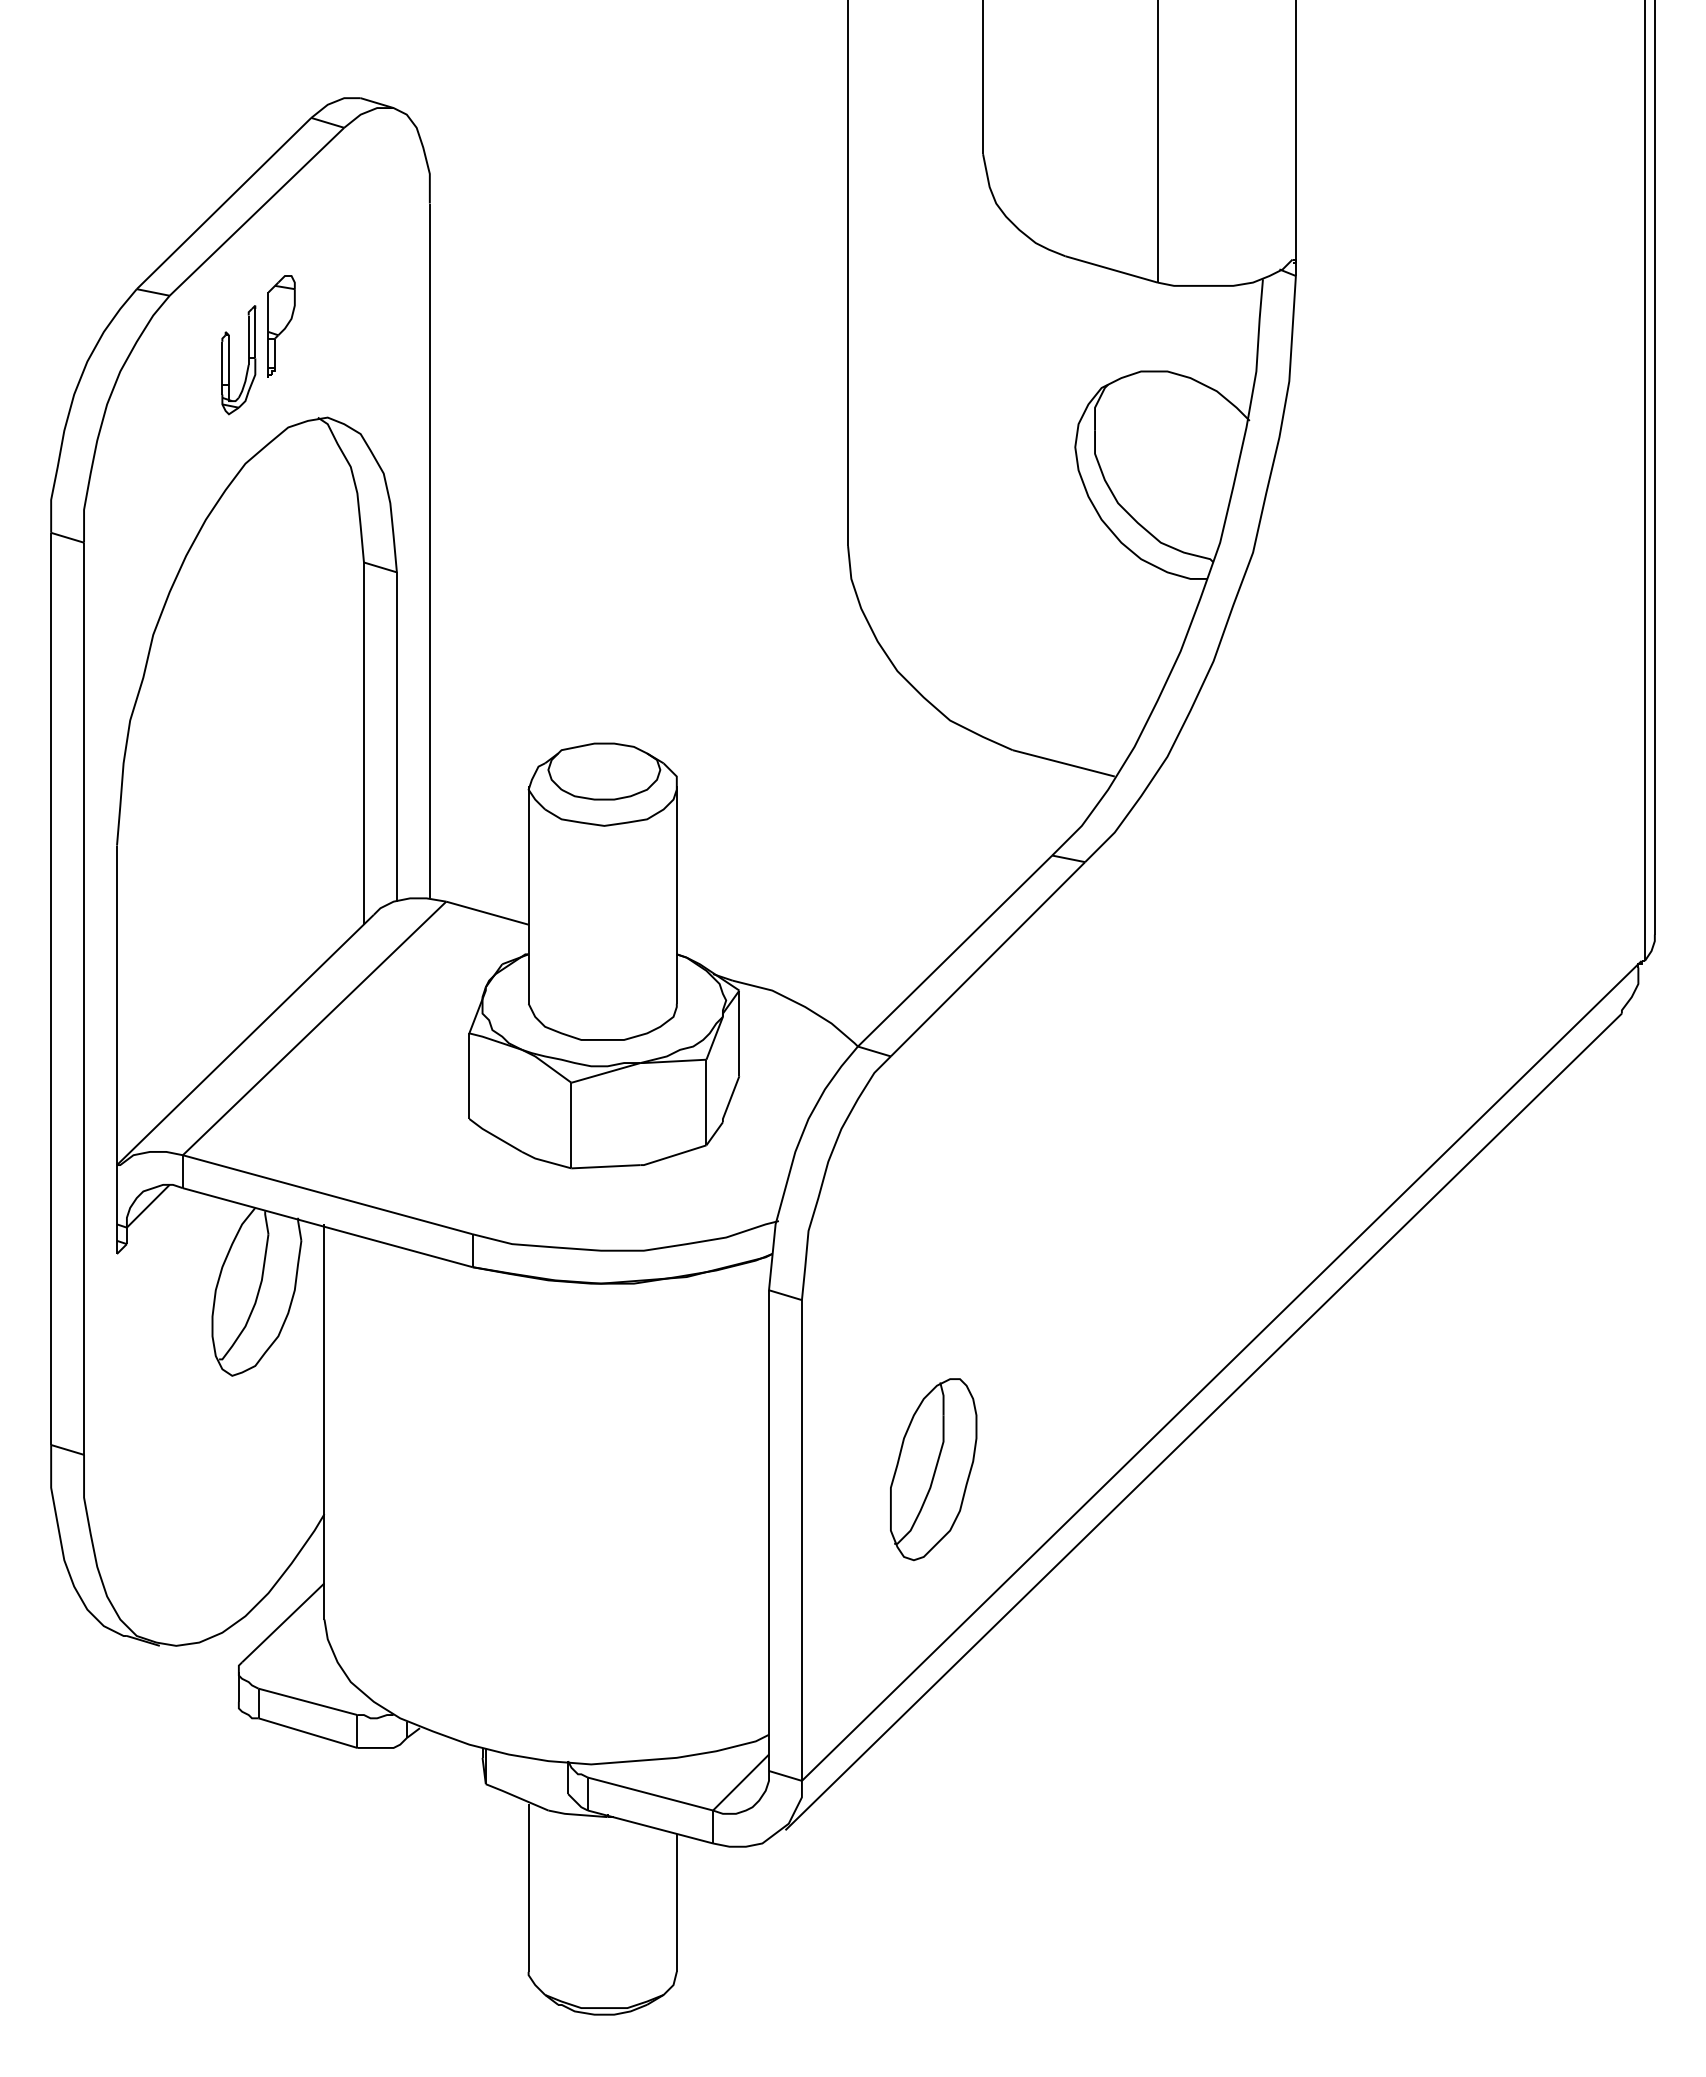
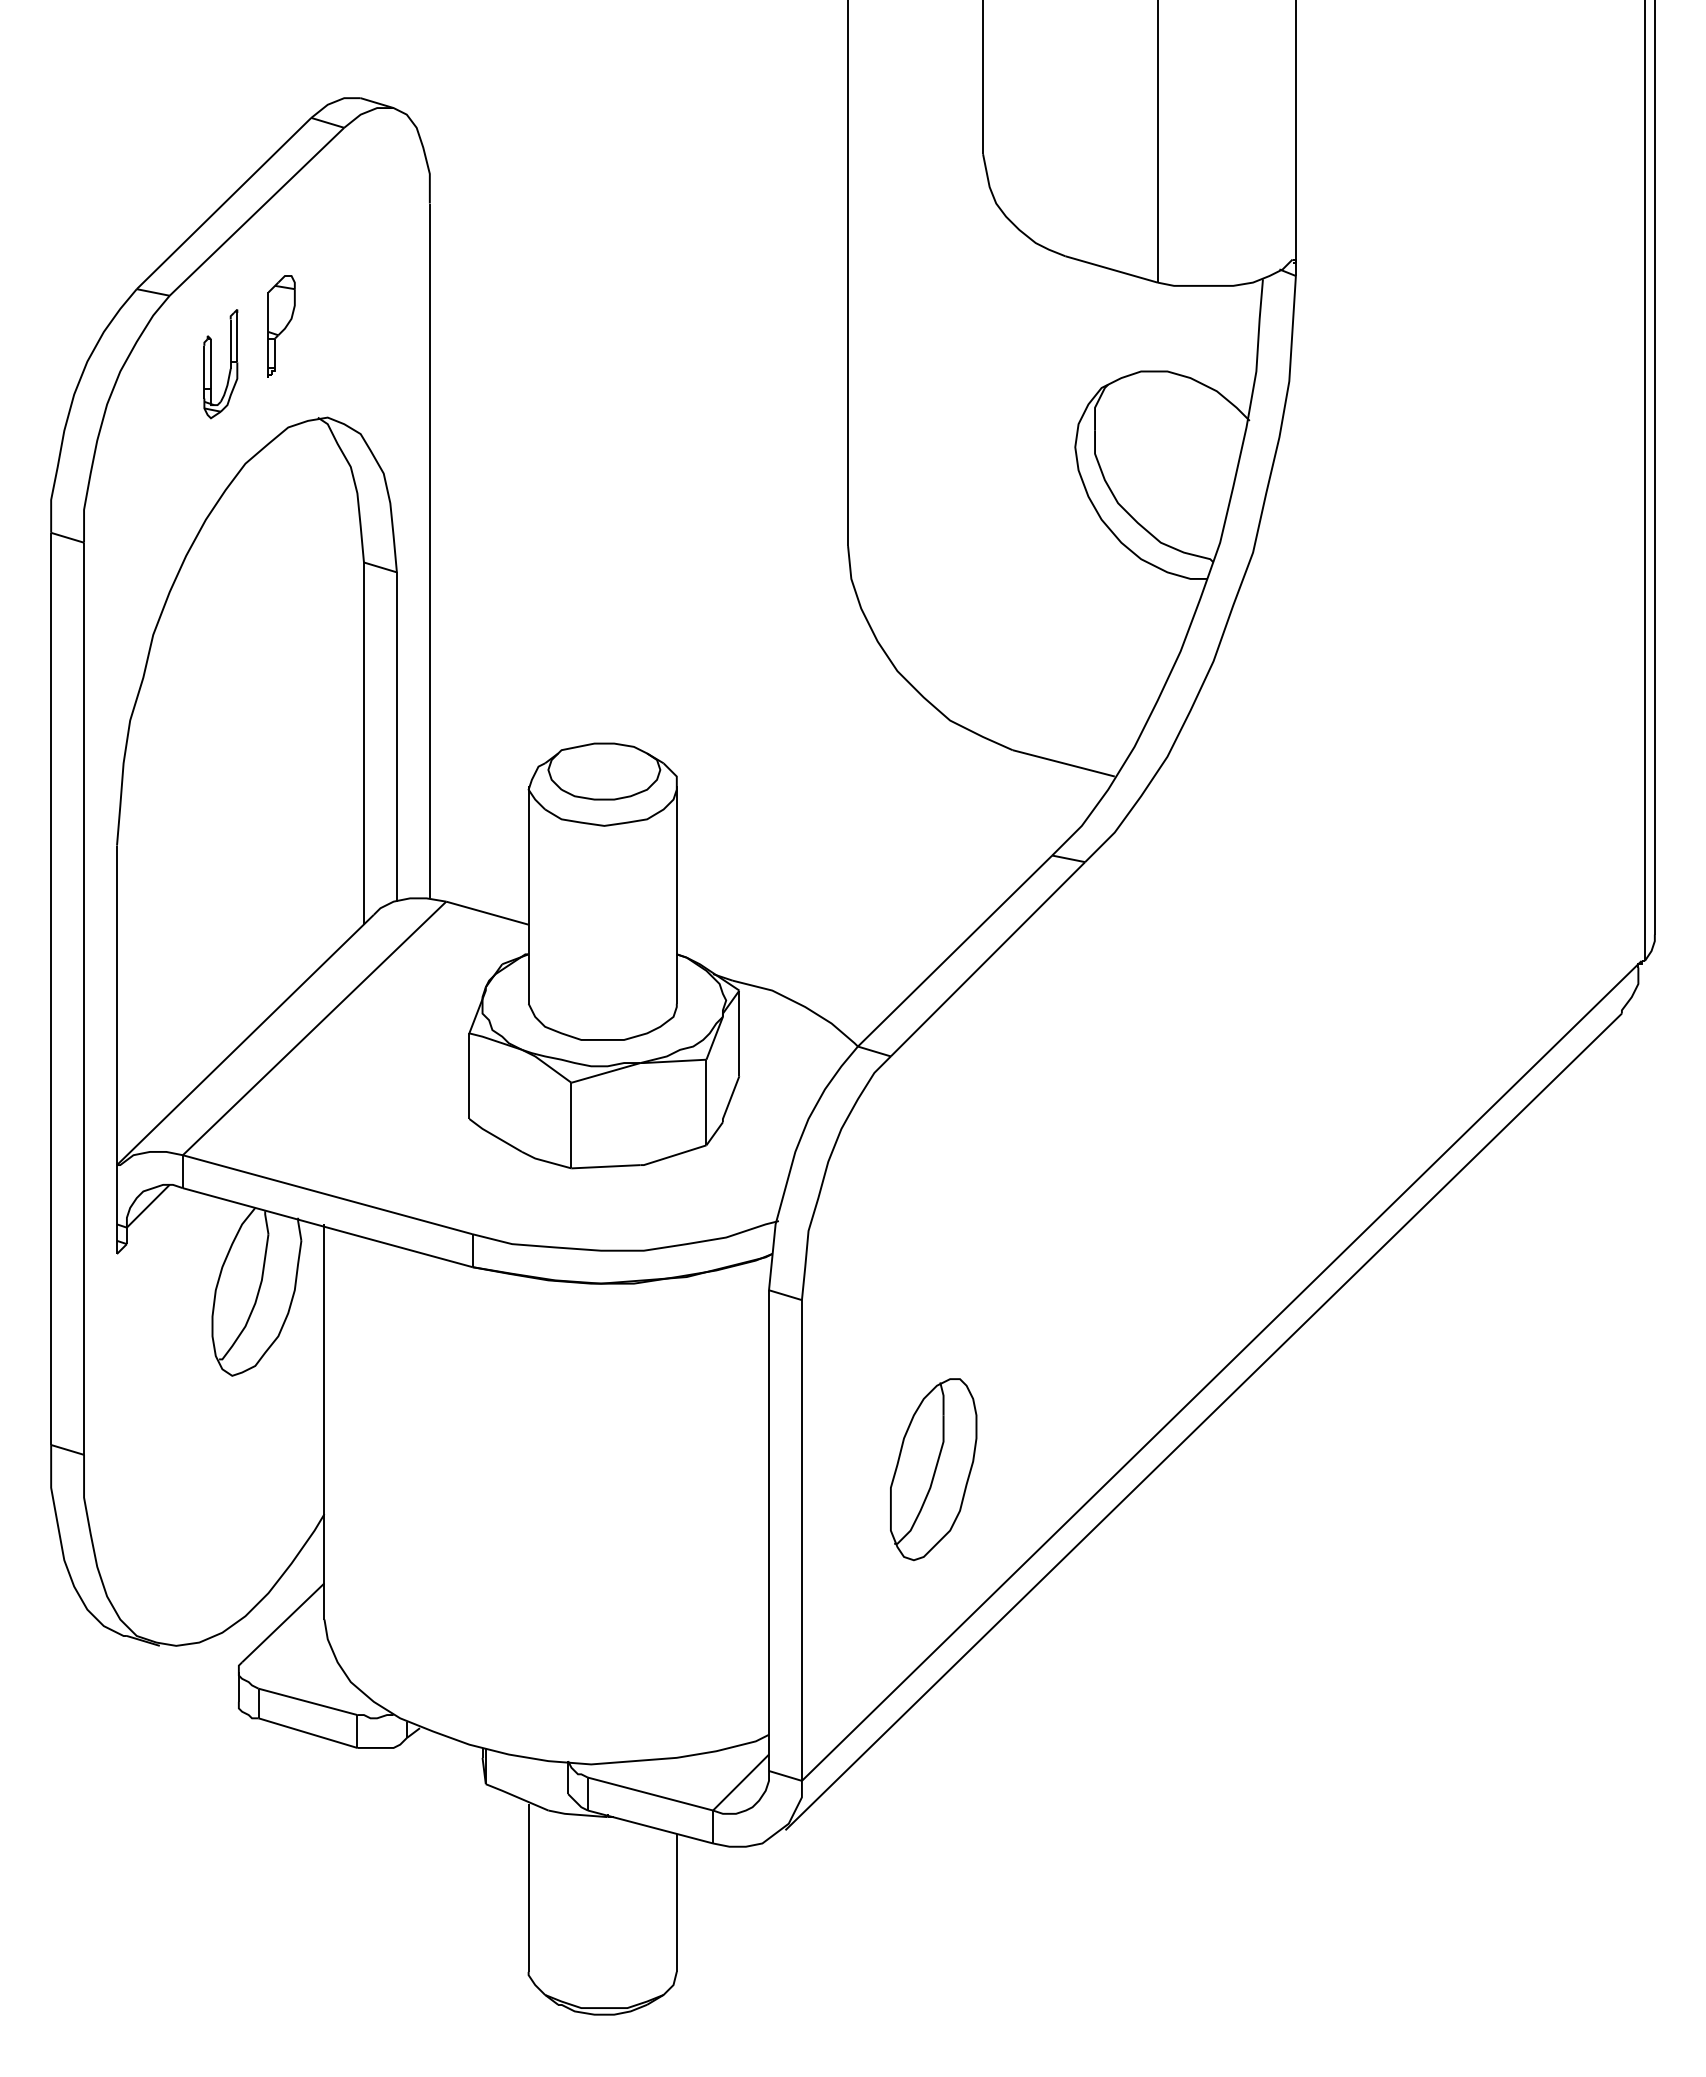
part at (229, 360) position: (229, 360) -> (211, 364)
